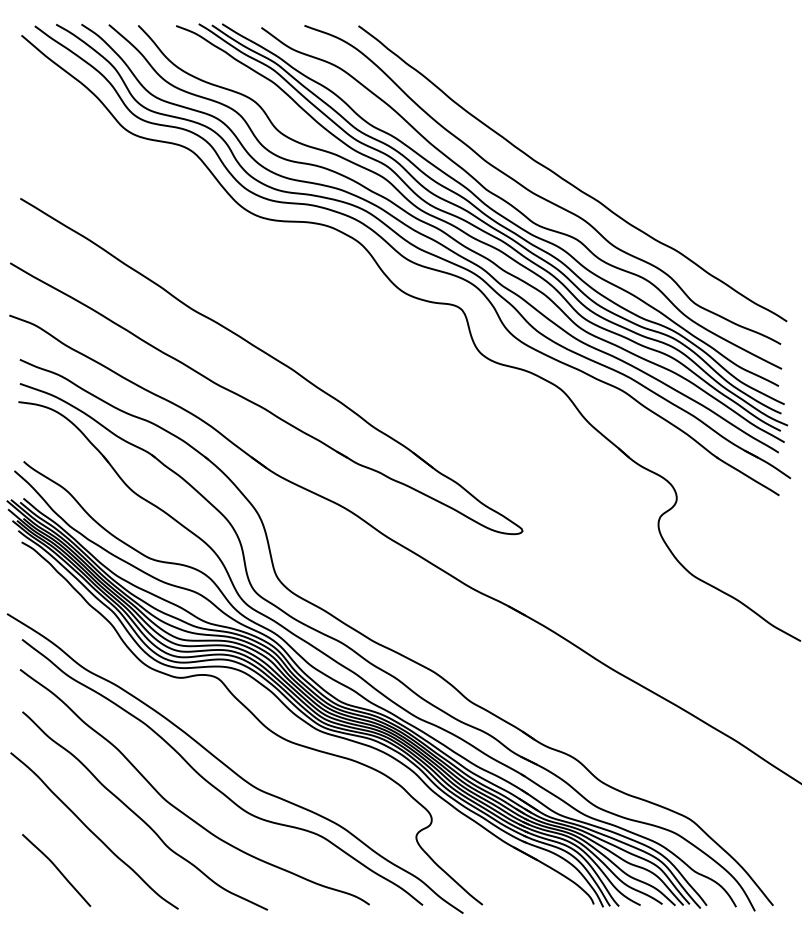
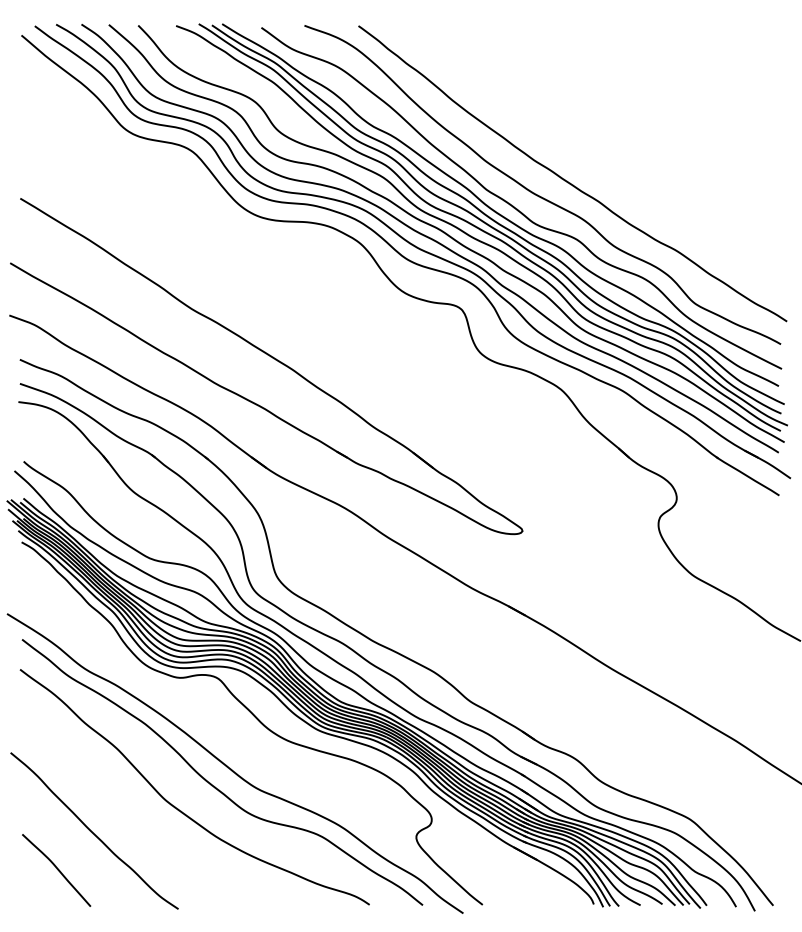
curve at (139, 816): present -> none
